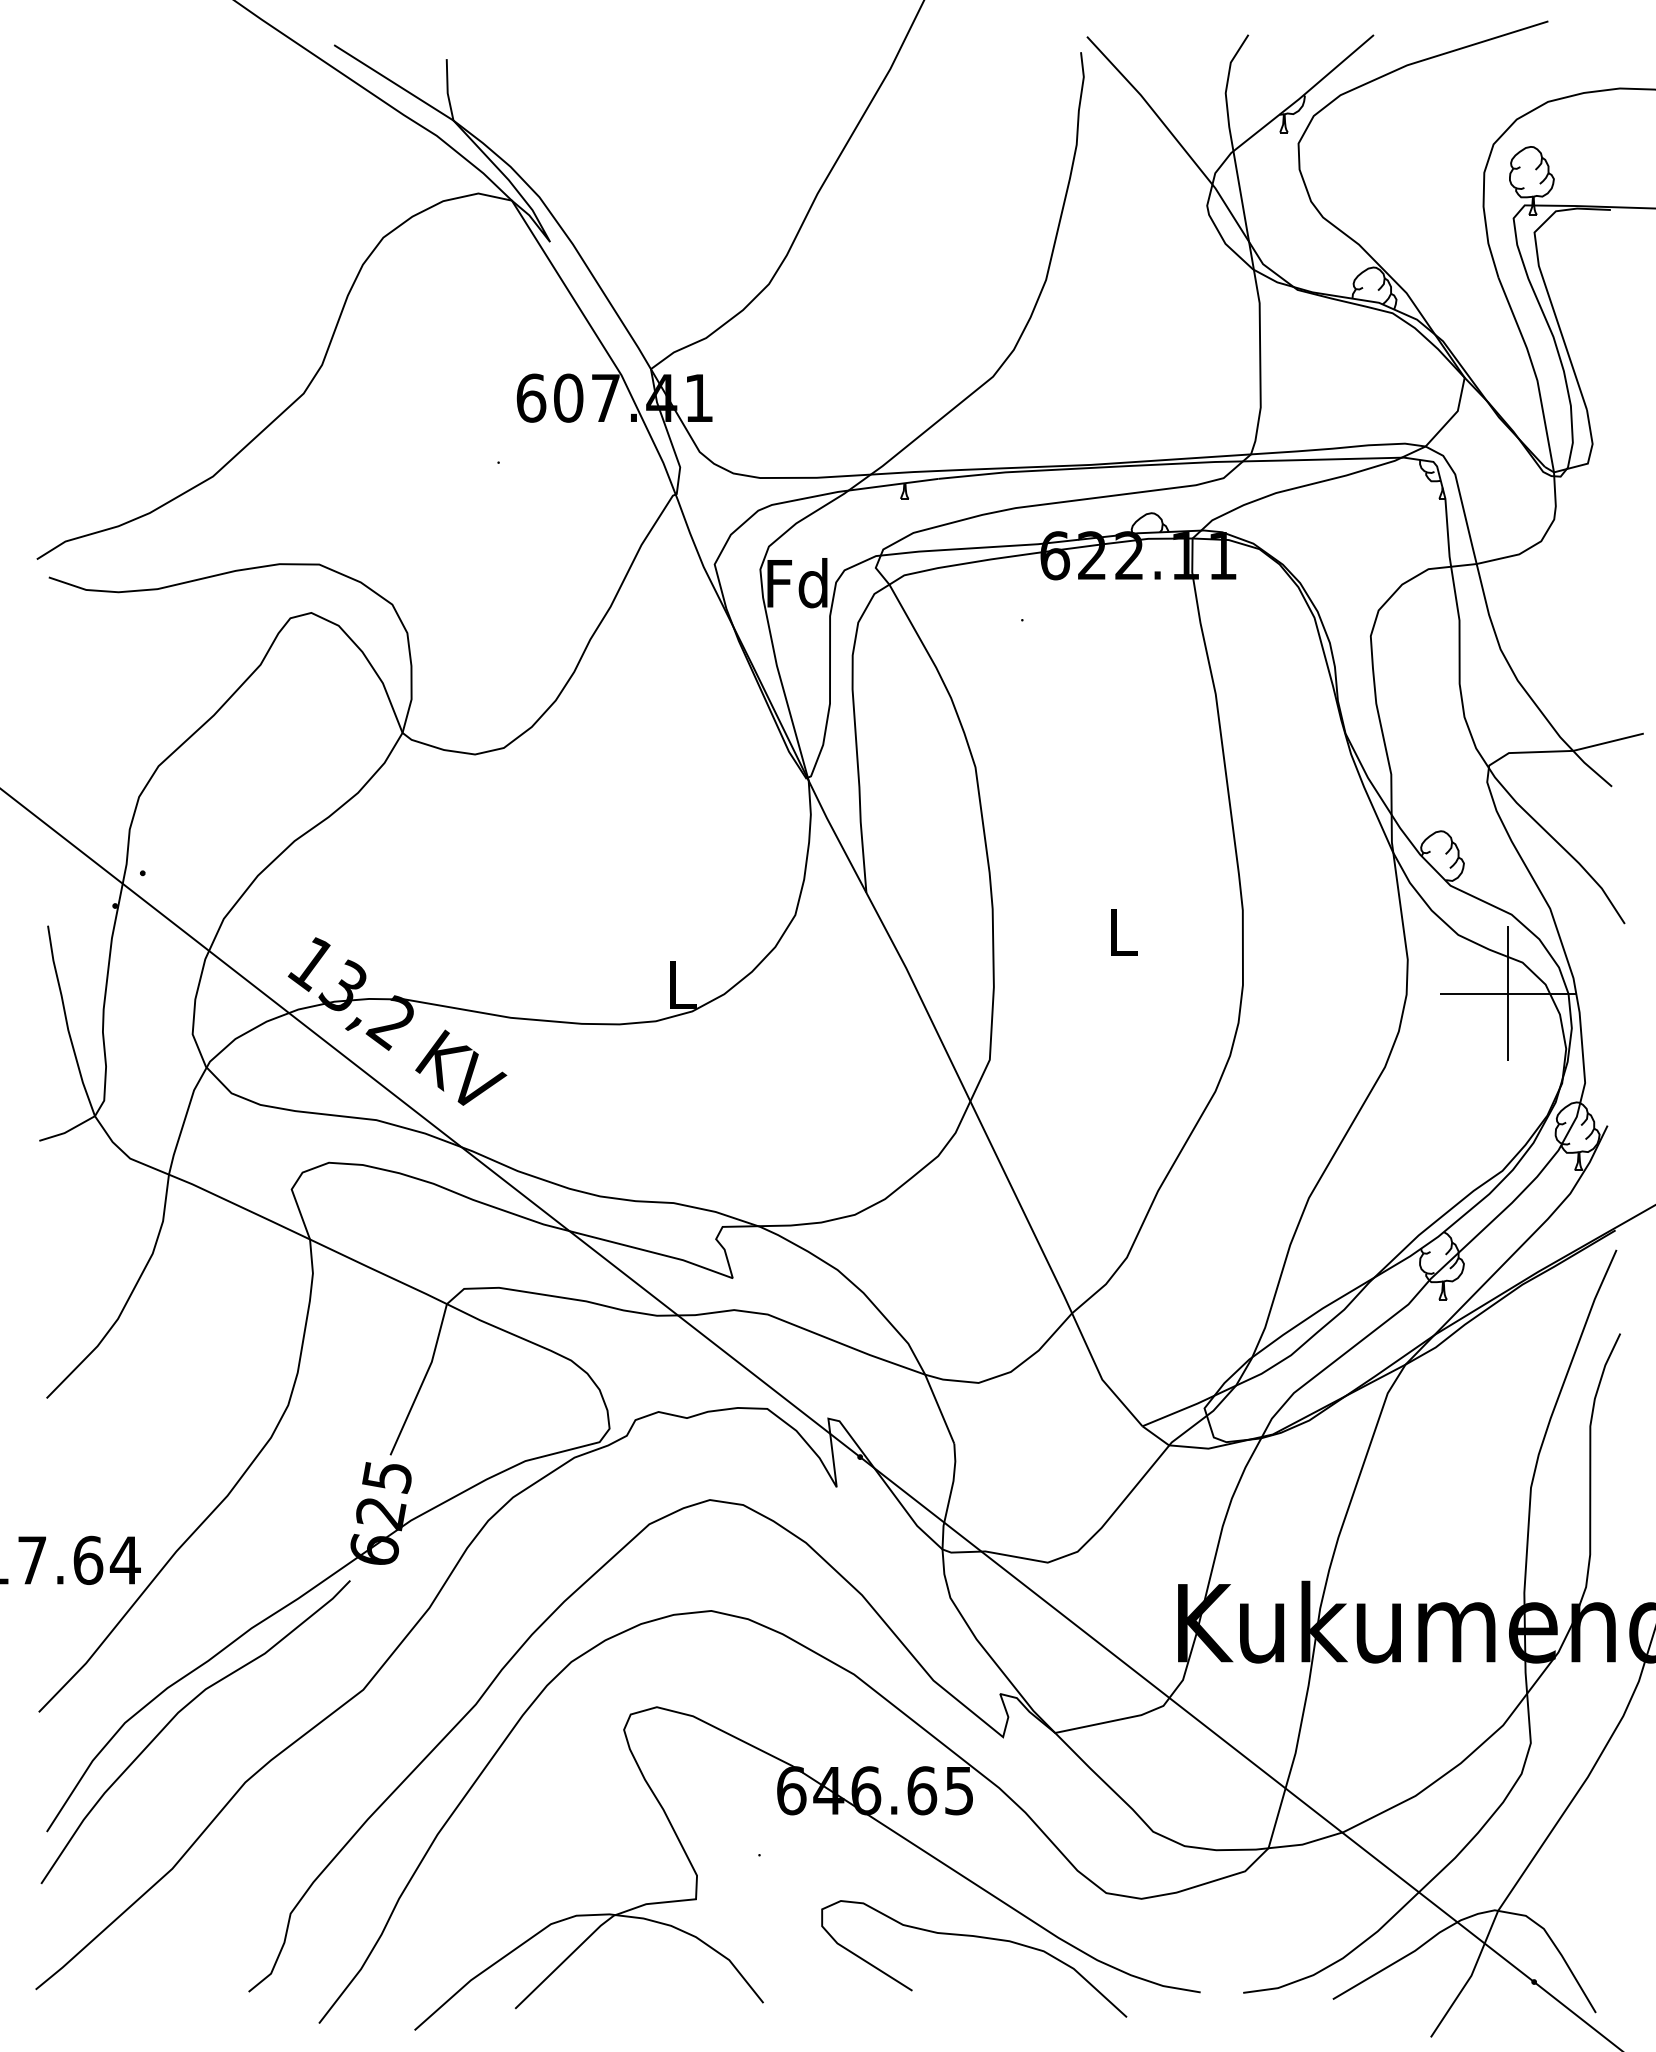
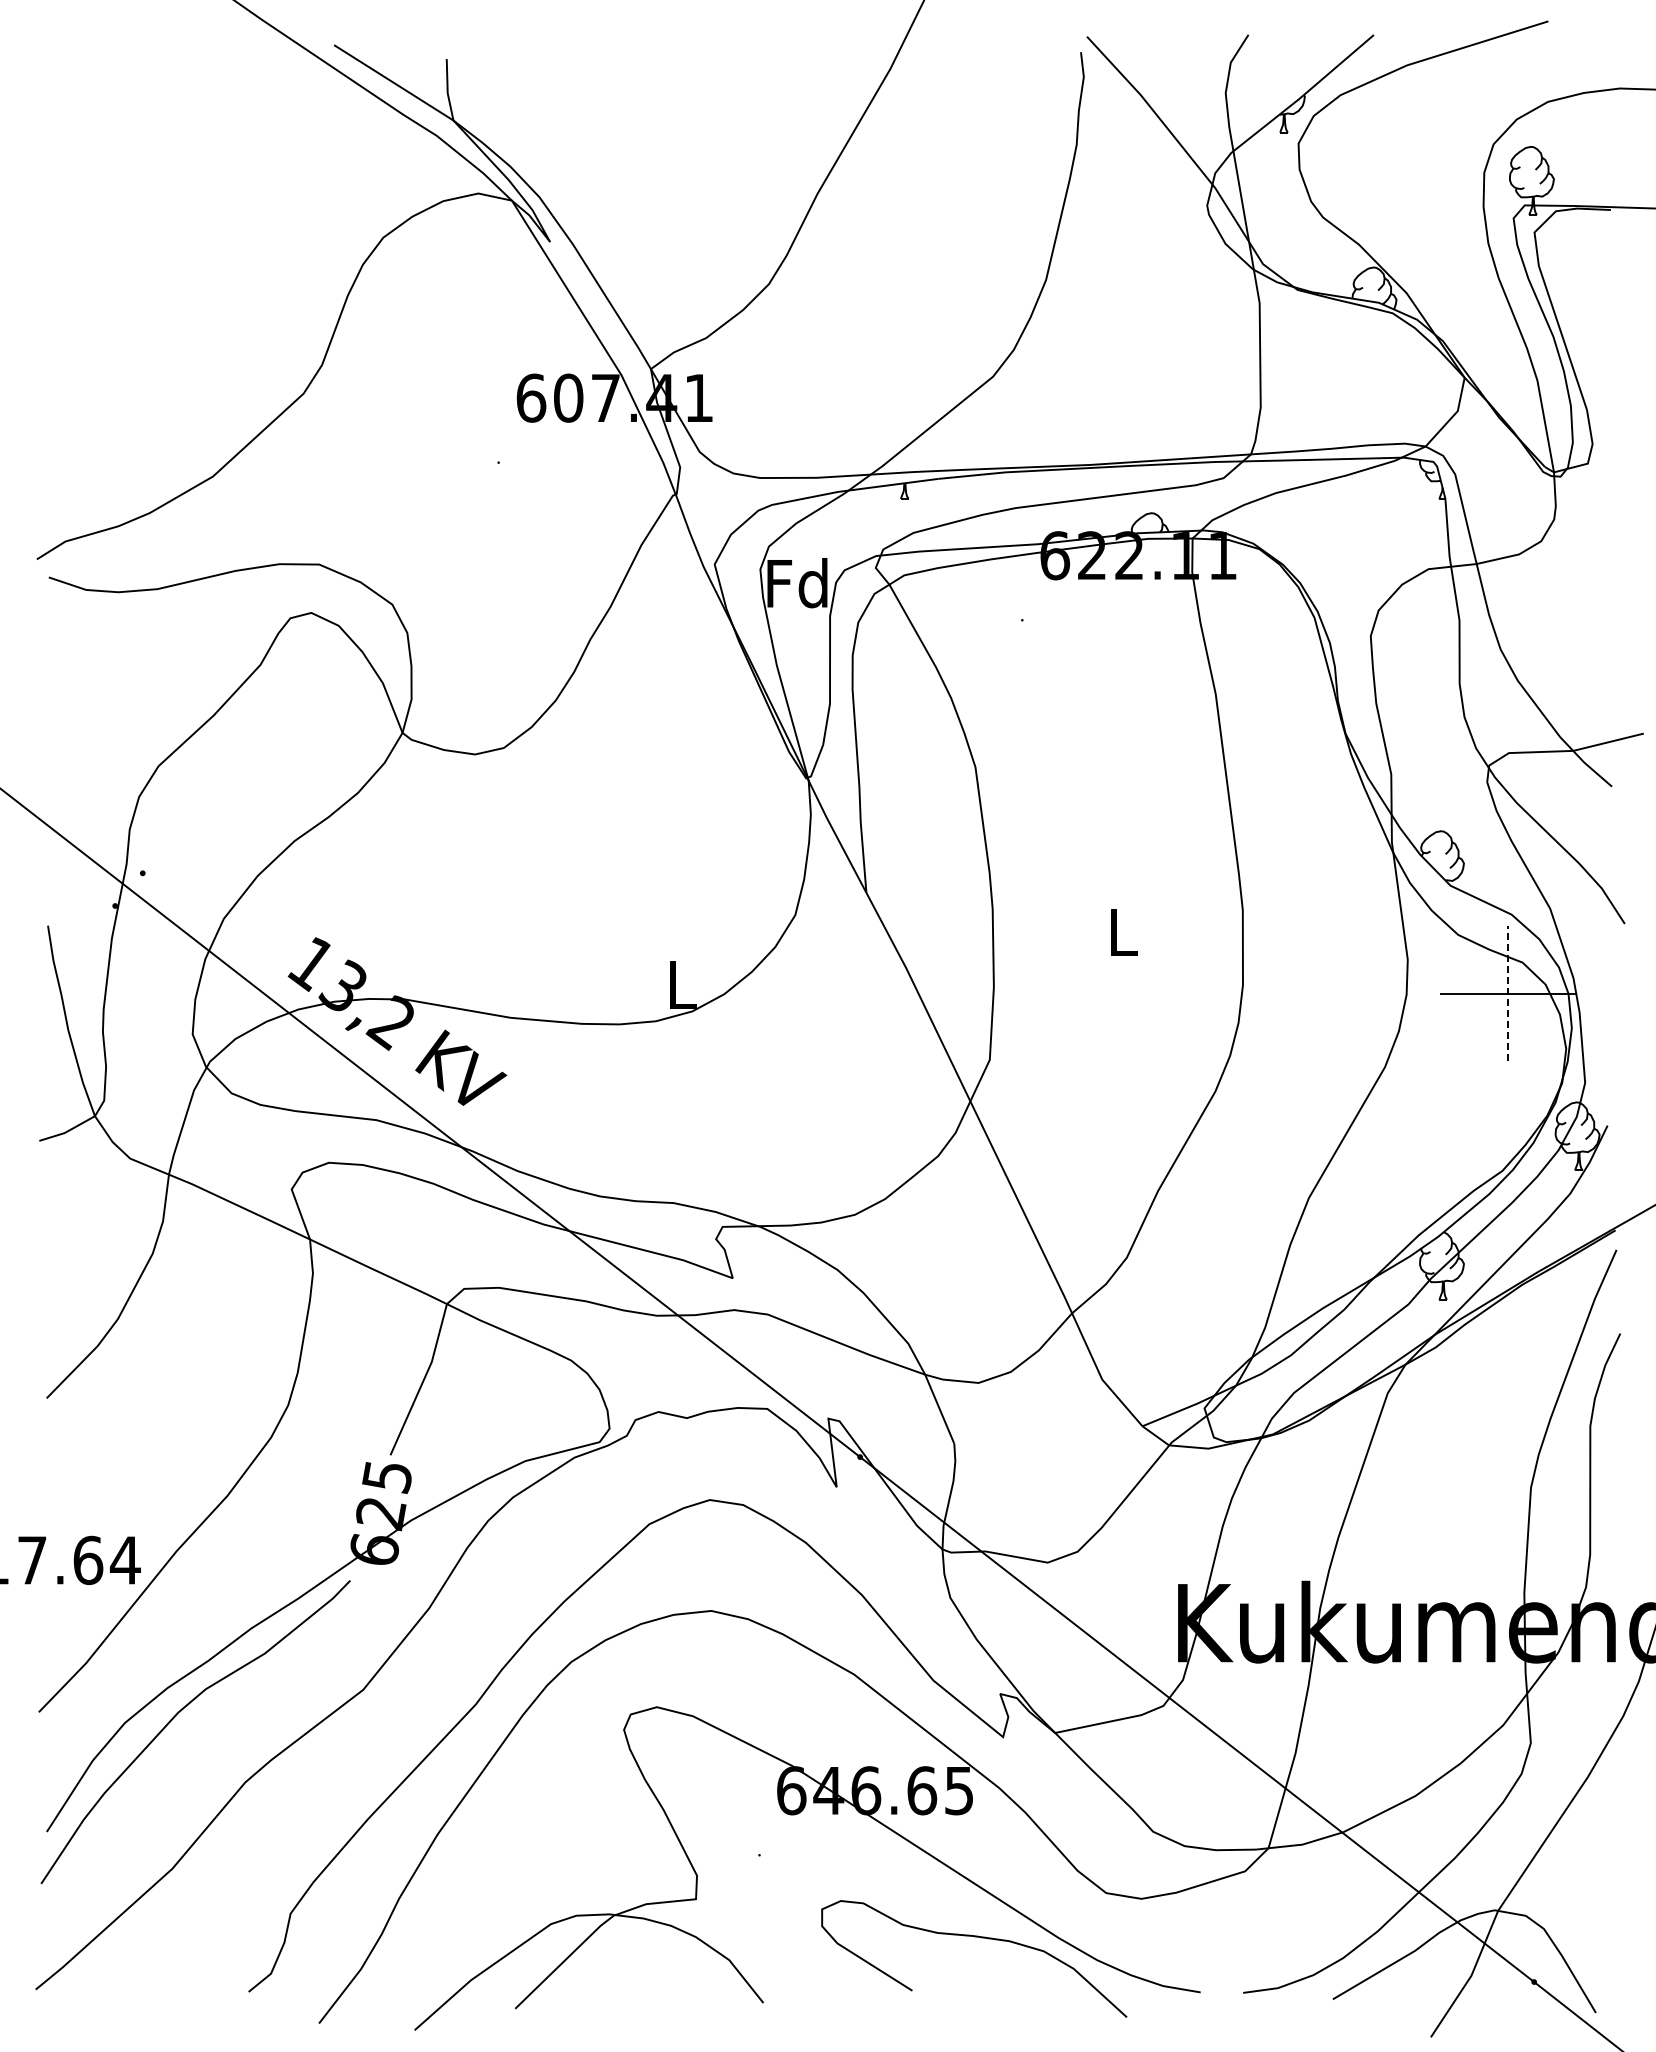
line at (1507, 993): solid -> dashed
